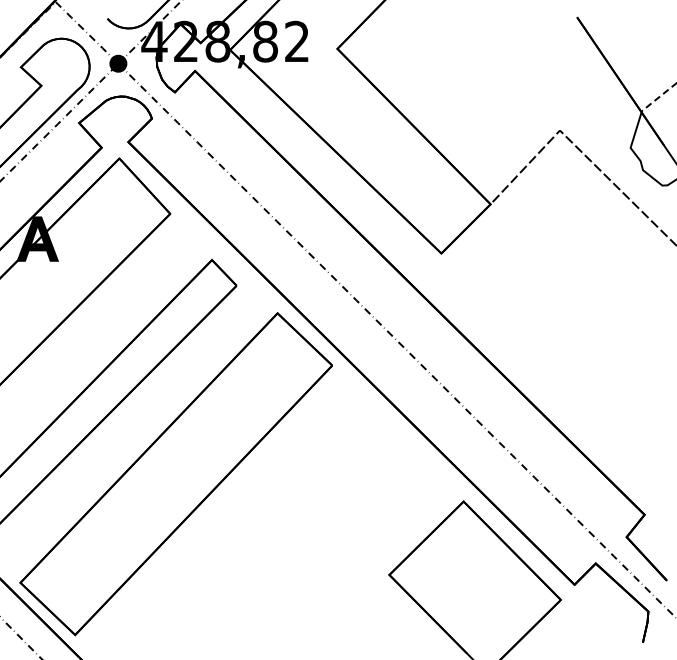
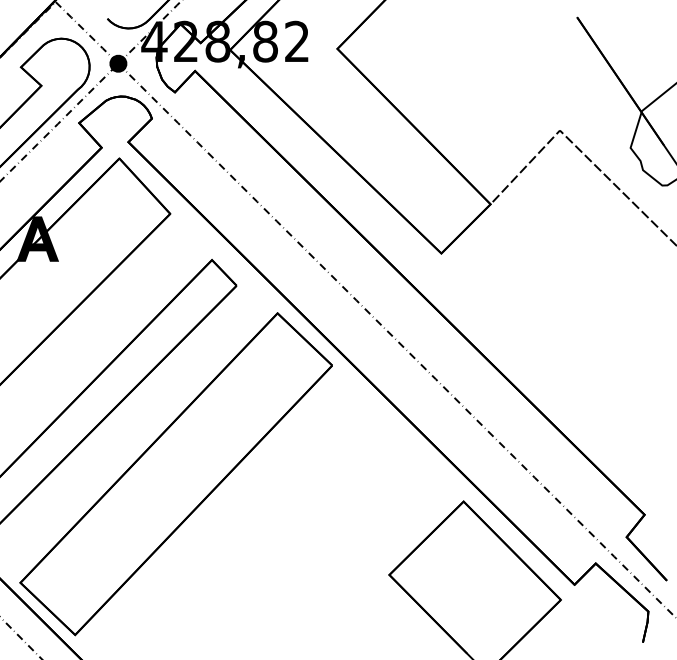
line at (658, 98): dashed -> solid
